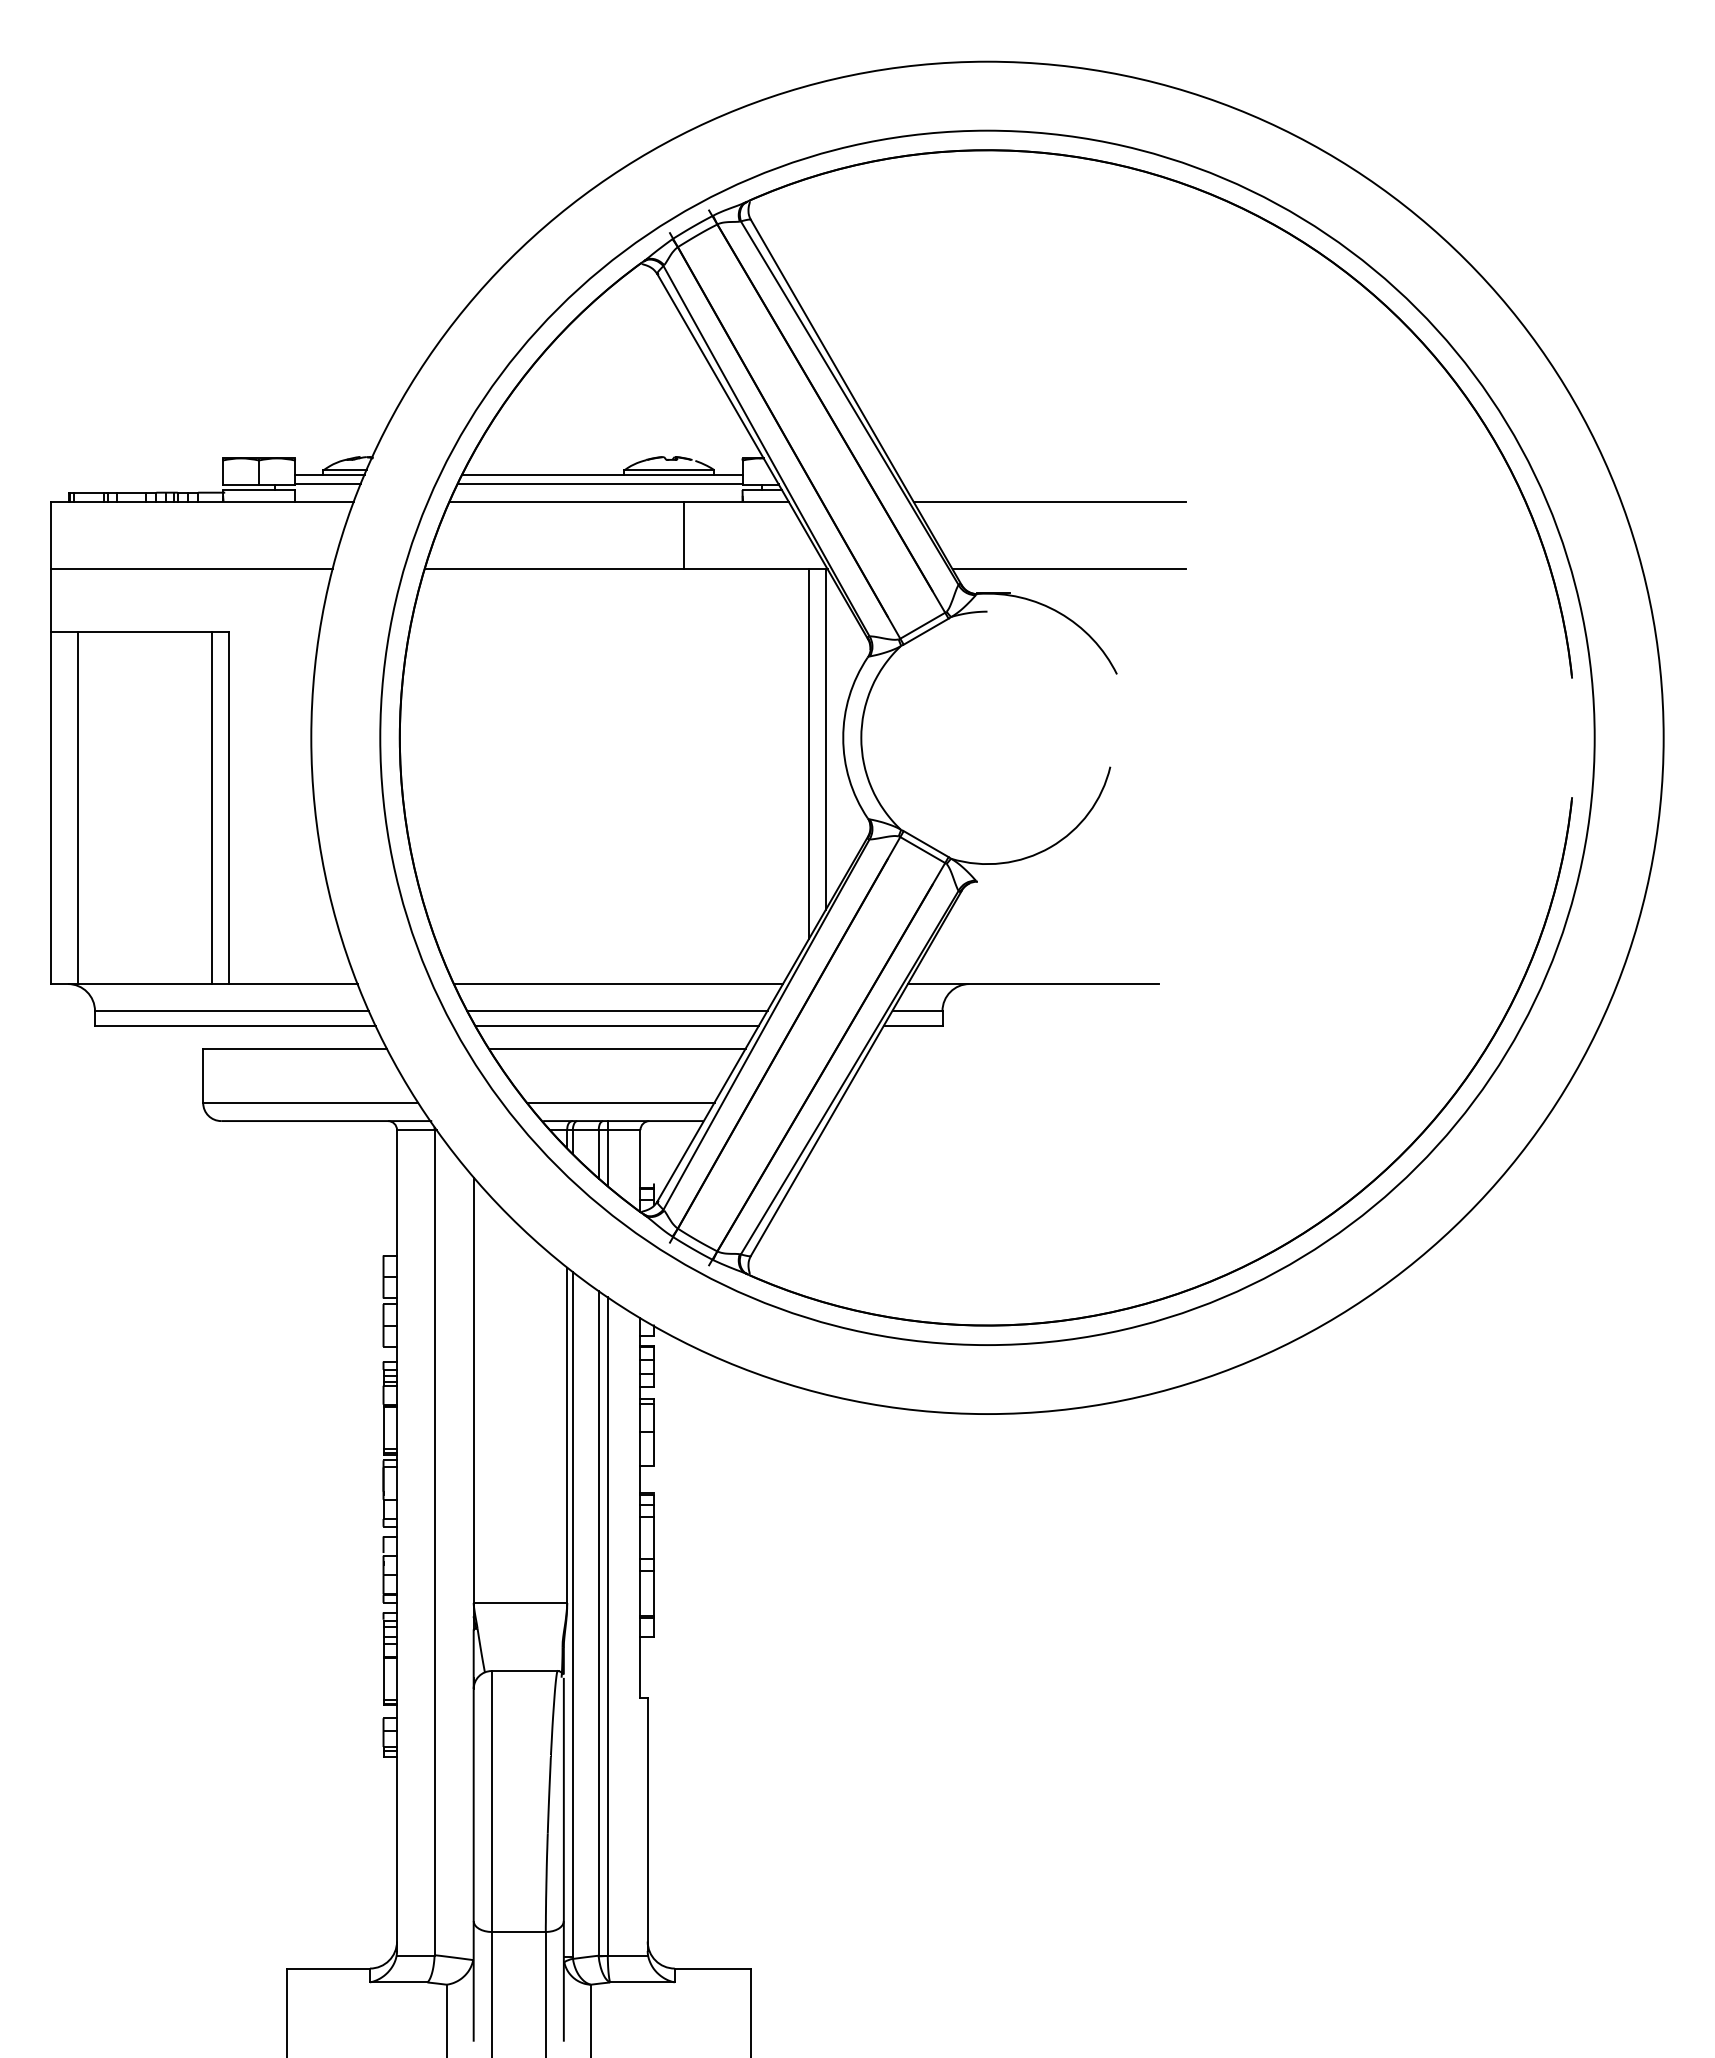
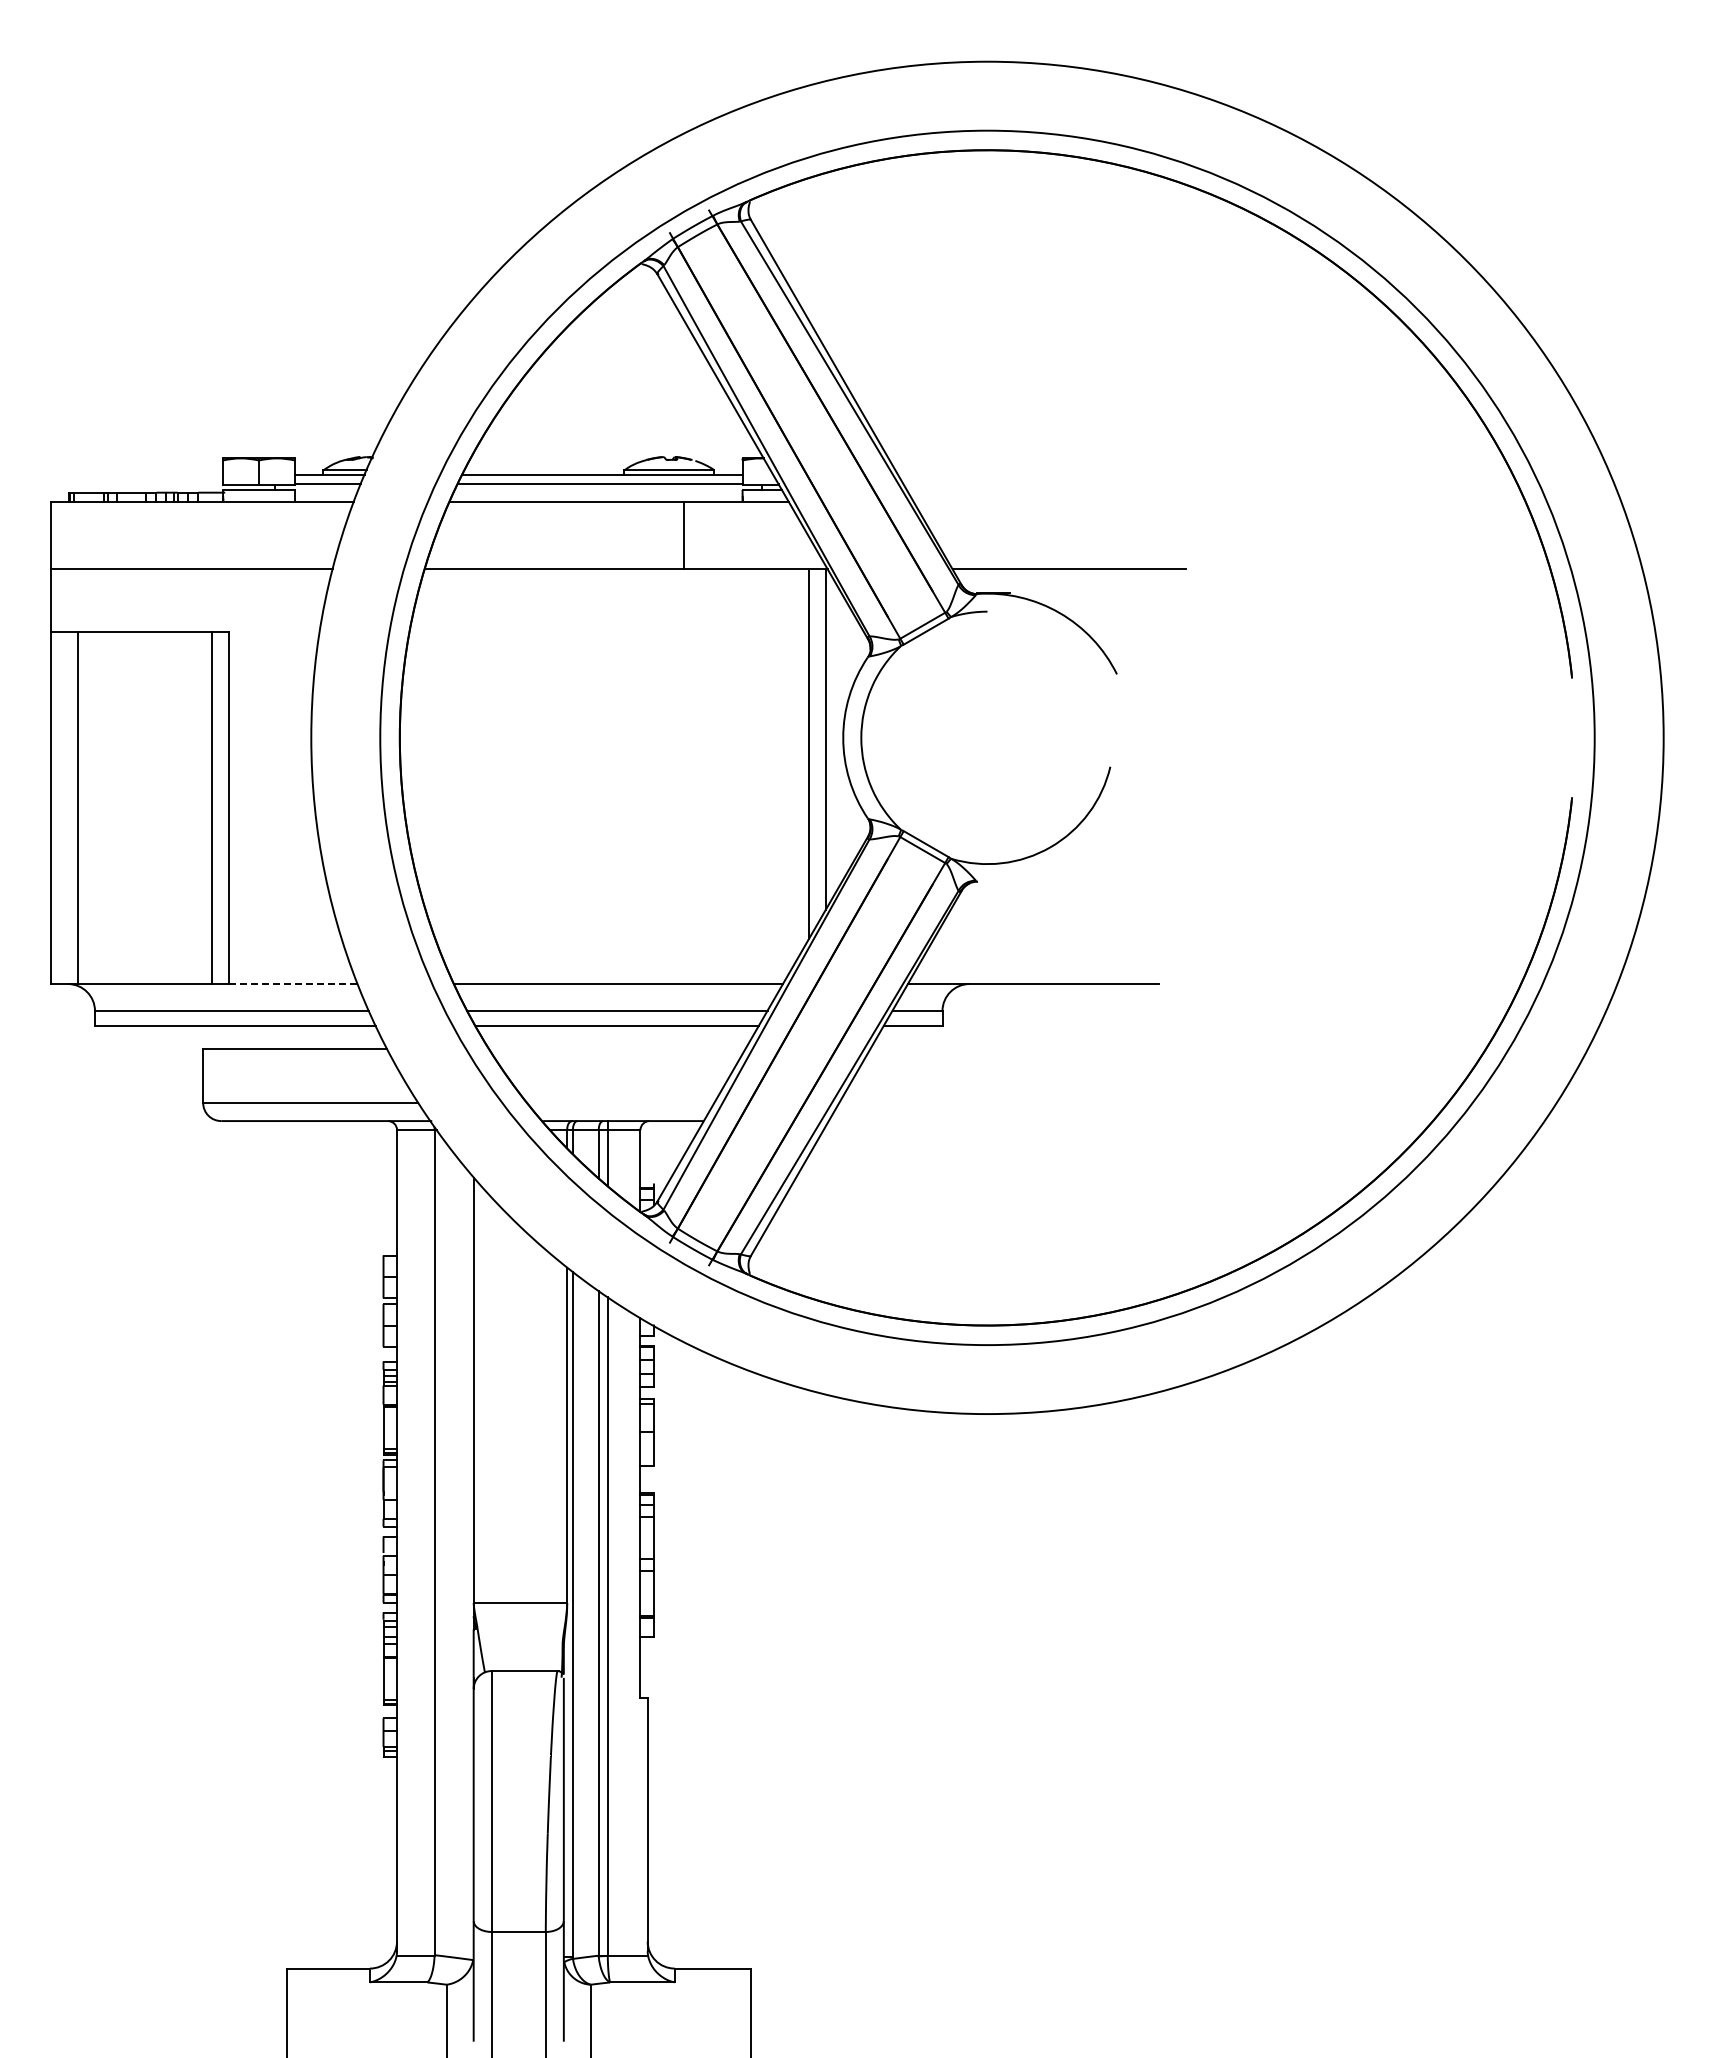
line at (1049, 501): present -> none
line at (293, 984): solid -> dashed
line at (617, 1048): present -> none
line at (621, 1103): present -> none
